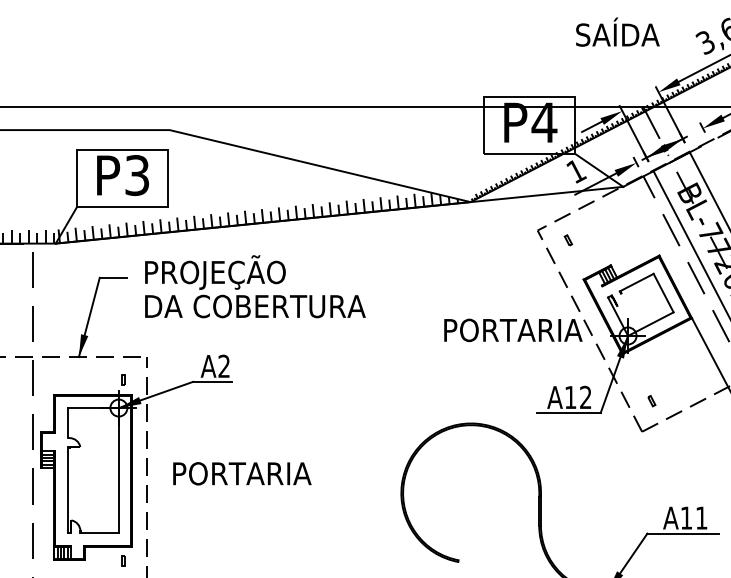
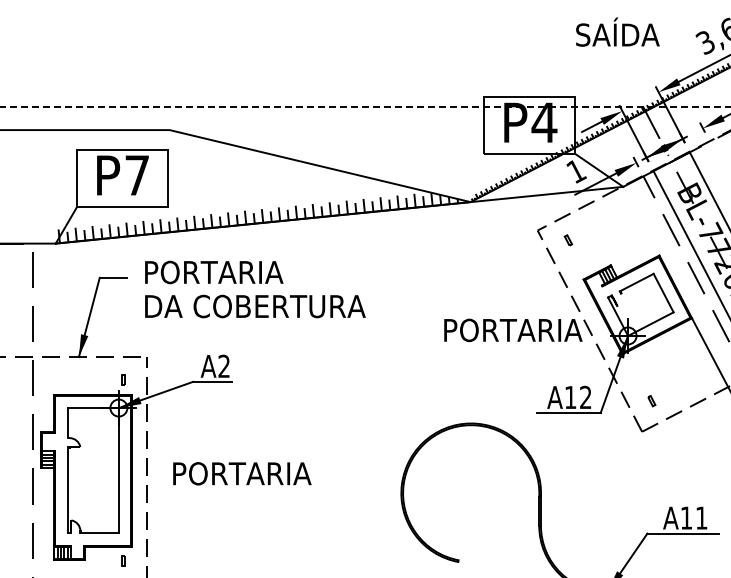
line at (366, 106): solid -> dashed
text at (136, 175): P3 -> P7
hatch at (28, 236): present -> none
text at (222, 272): PROJEÇÃO -> PORTARIA
